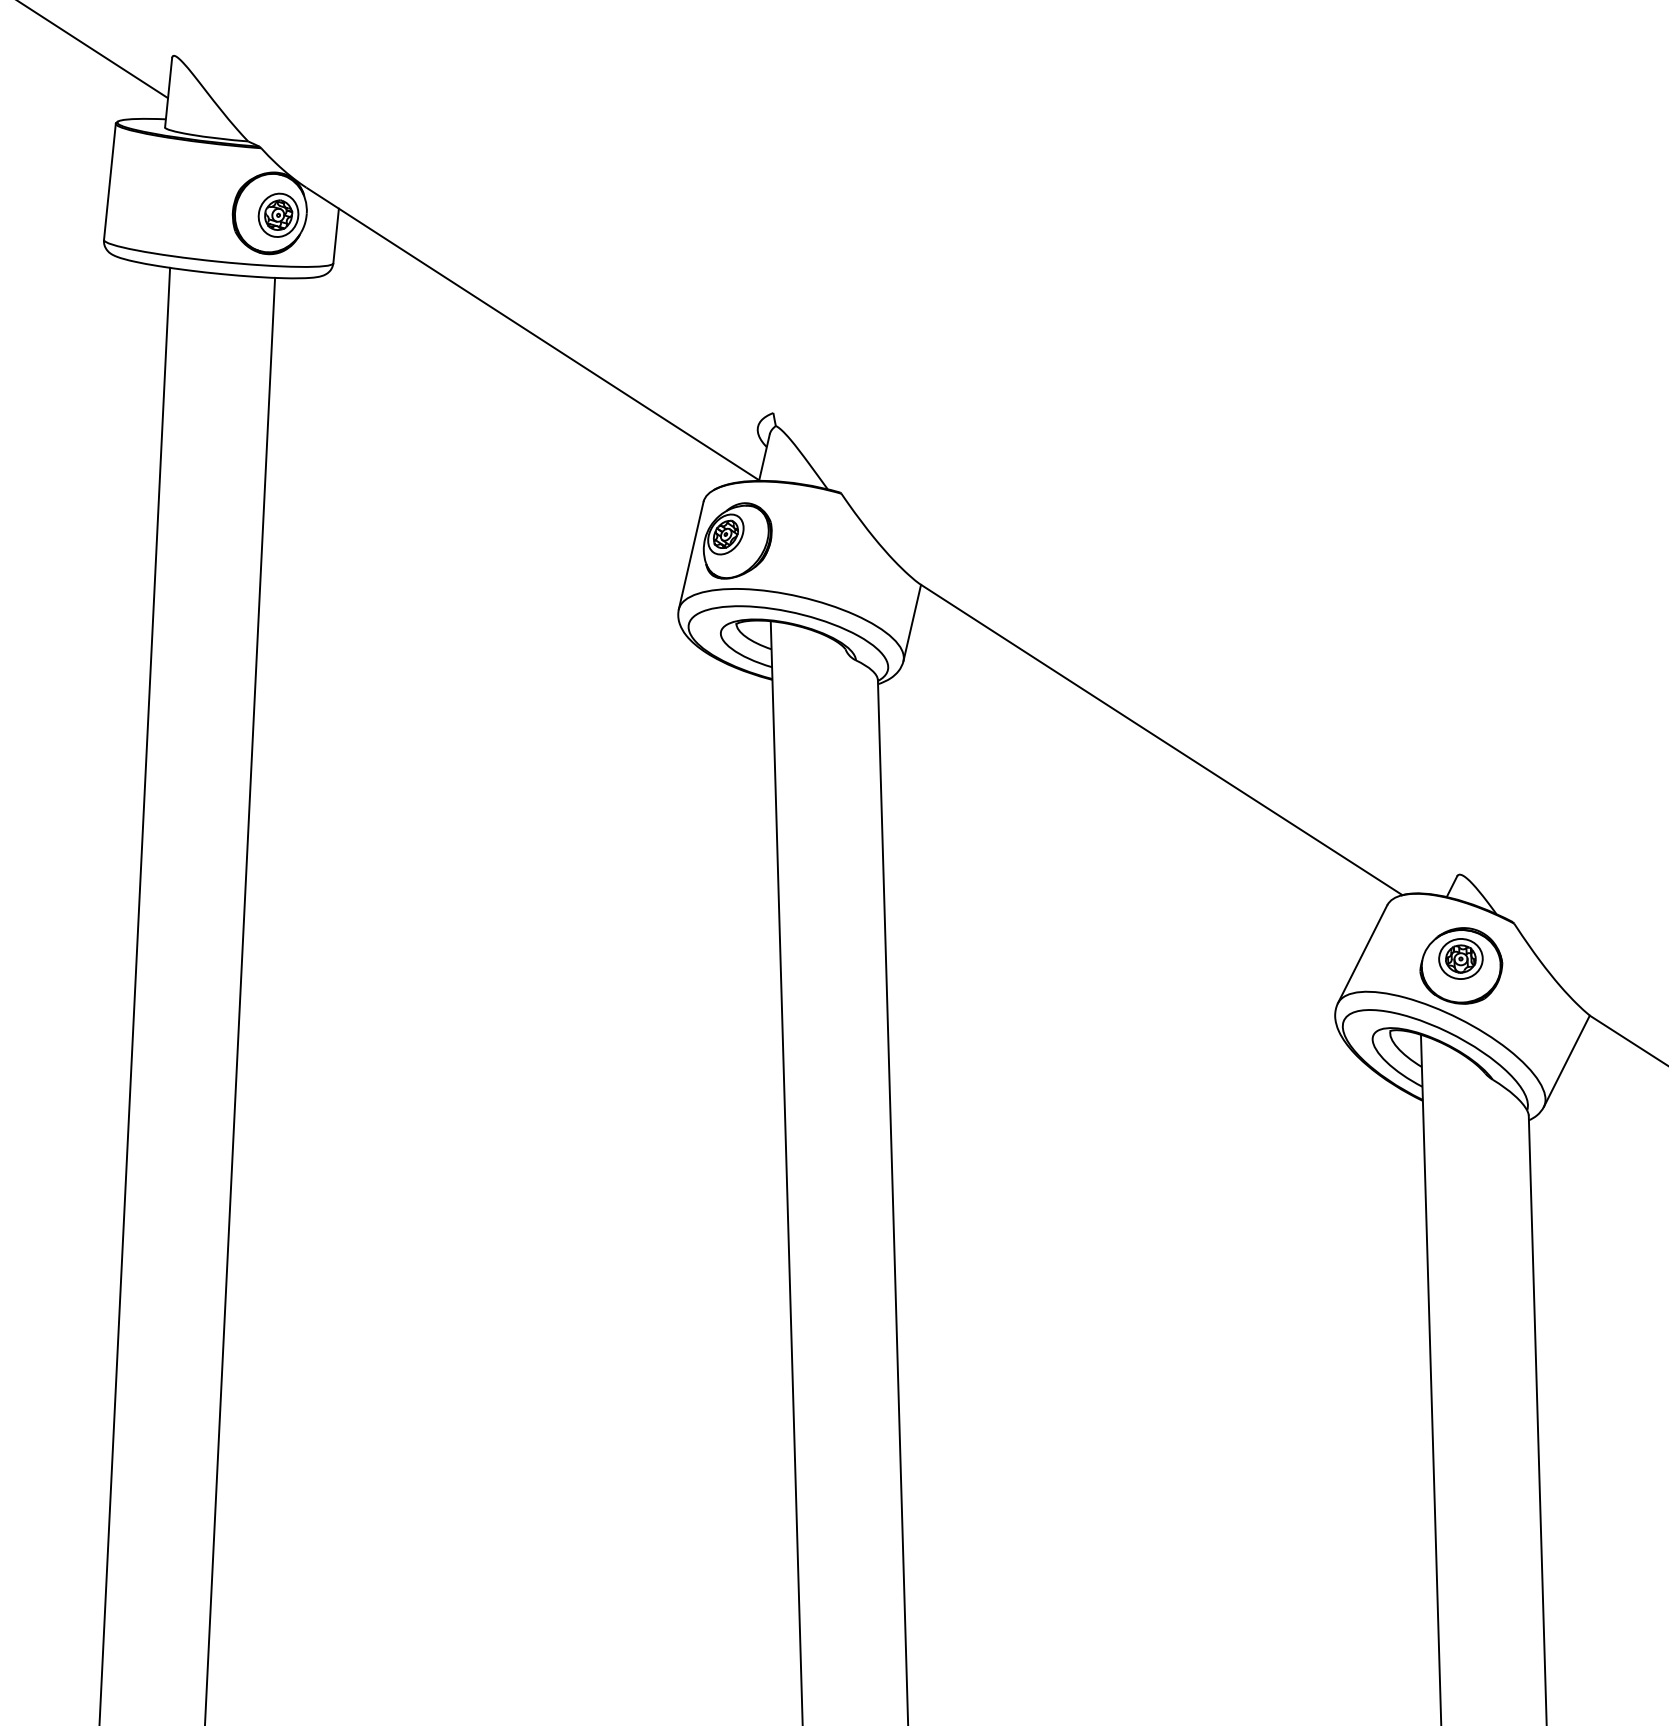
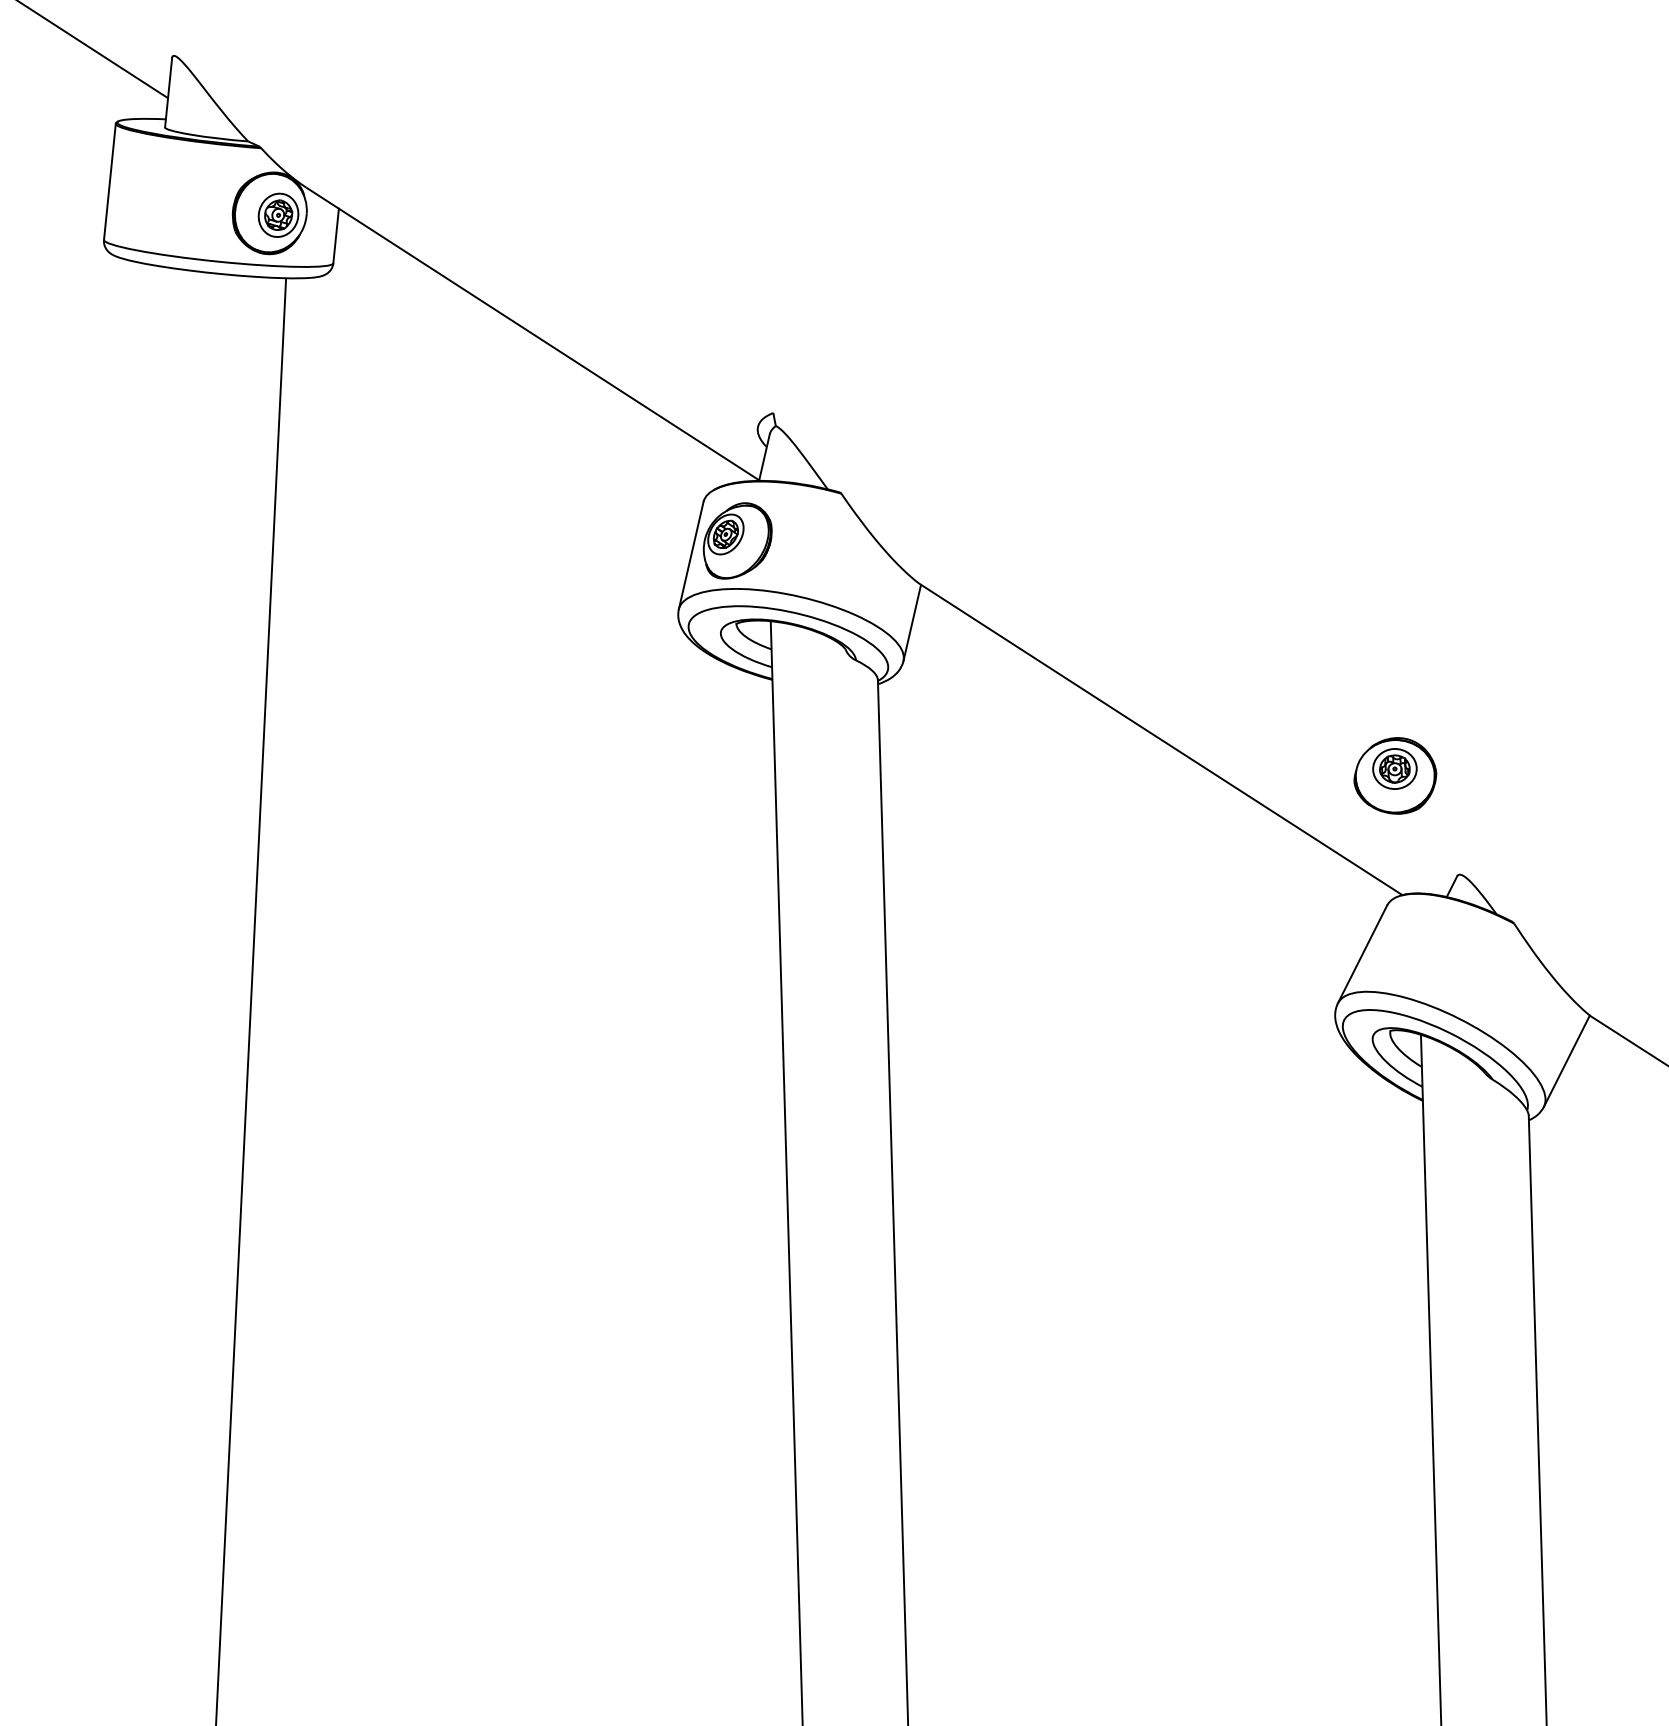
part at (1461, 965) position: (1461, 965) -> (1395, 775)
line at (134, 994): present -> none
line at (240, 999) position: (240, 999) -> (251, 1000)
